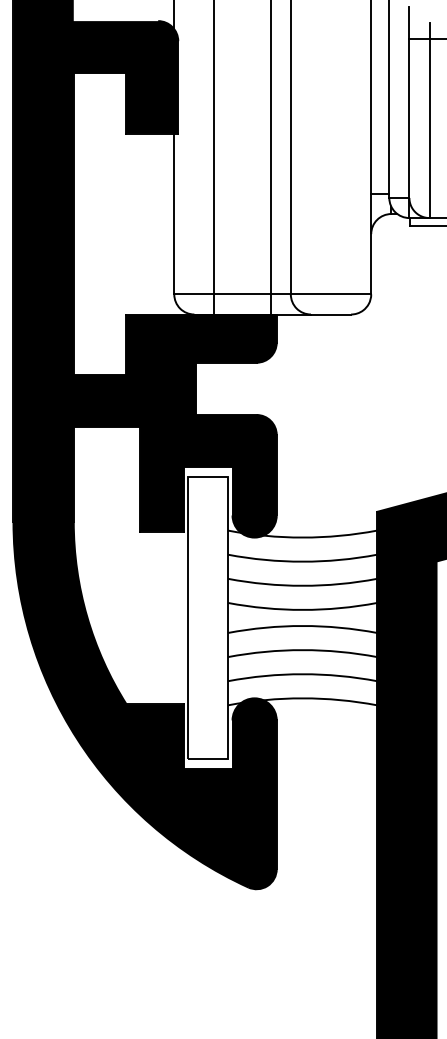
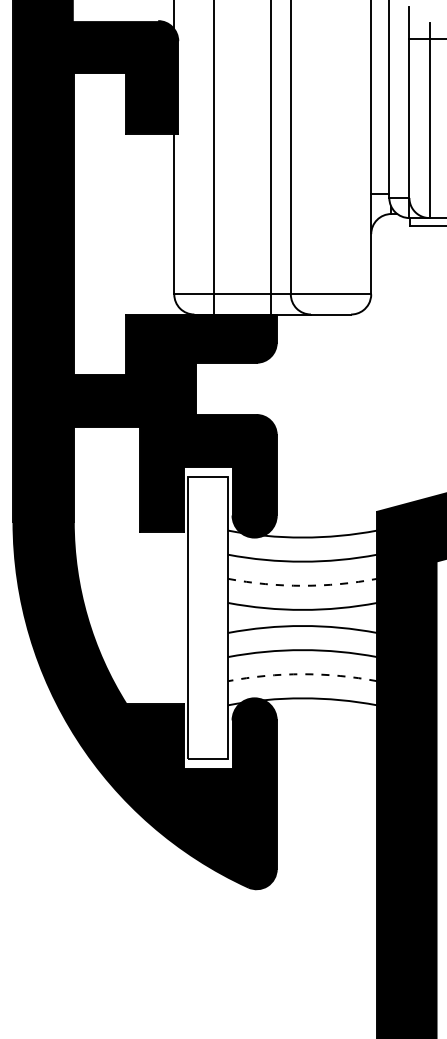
arc at (302, 585): solid -> dashed
arc at (302, 674): solid -> dashed
